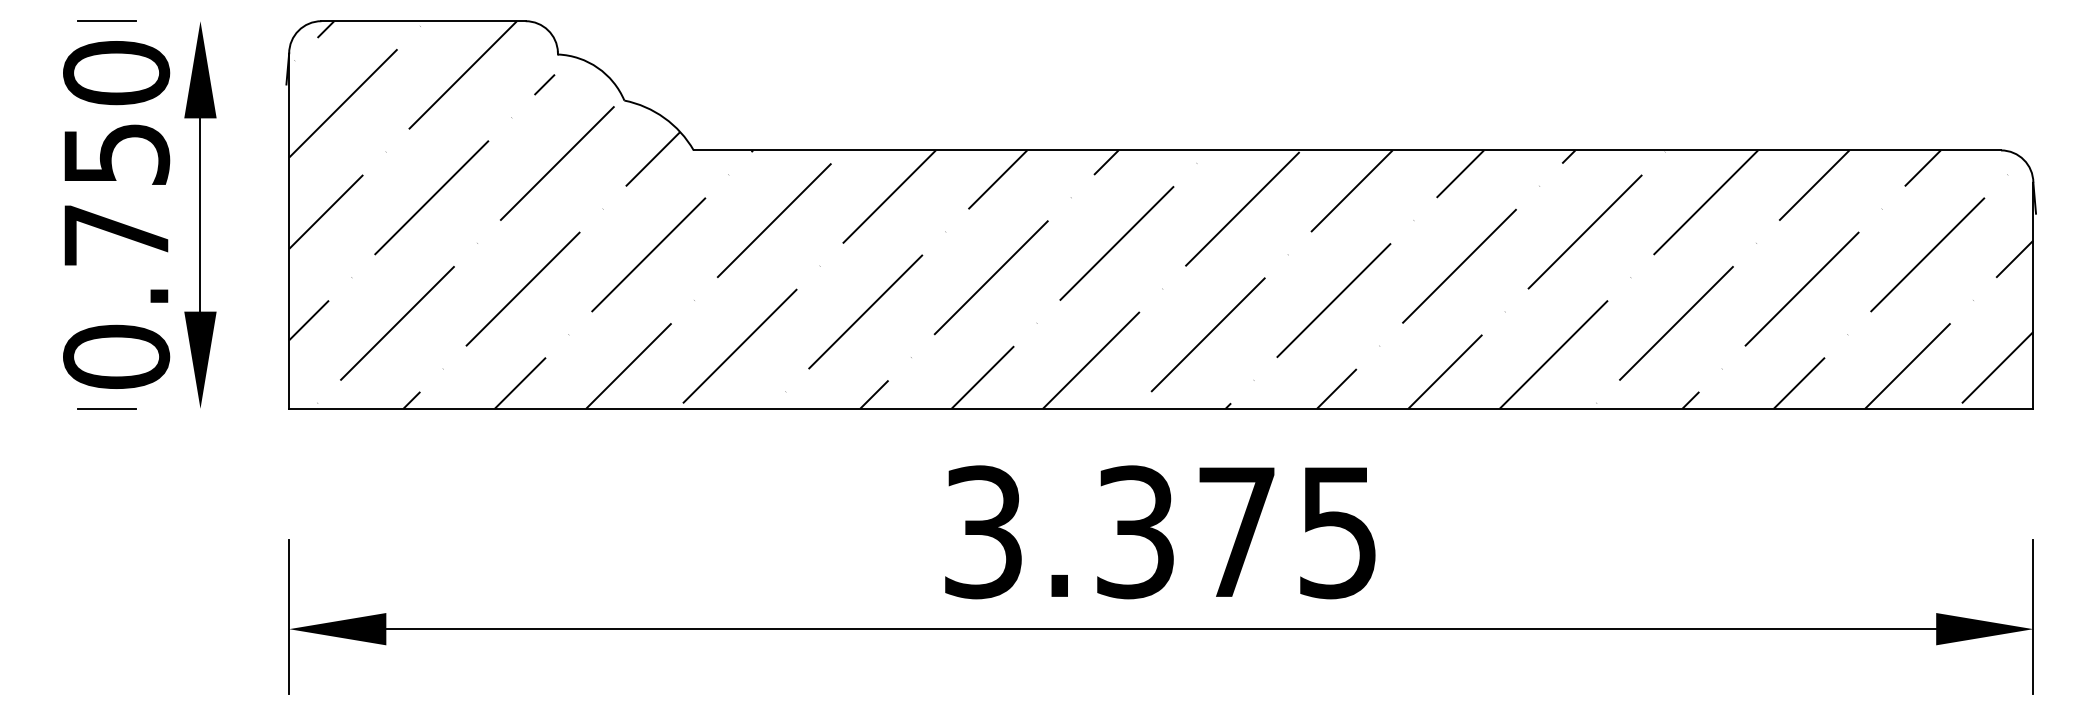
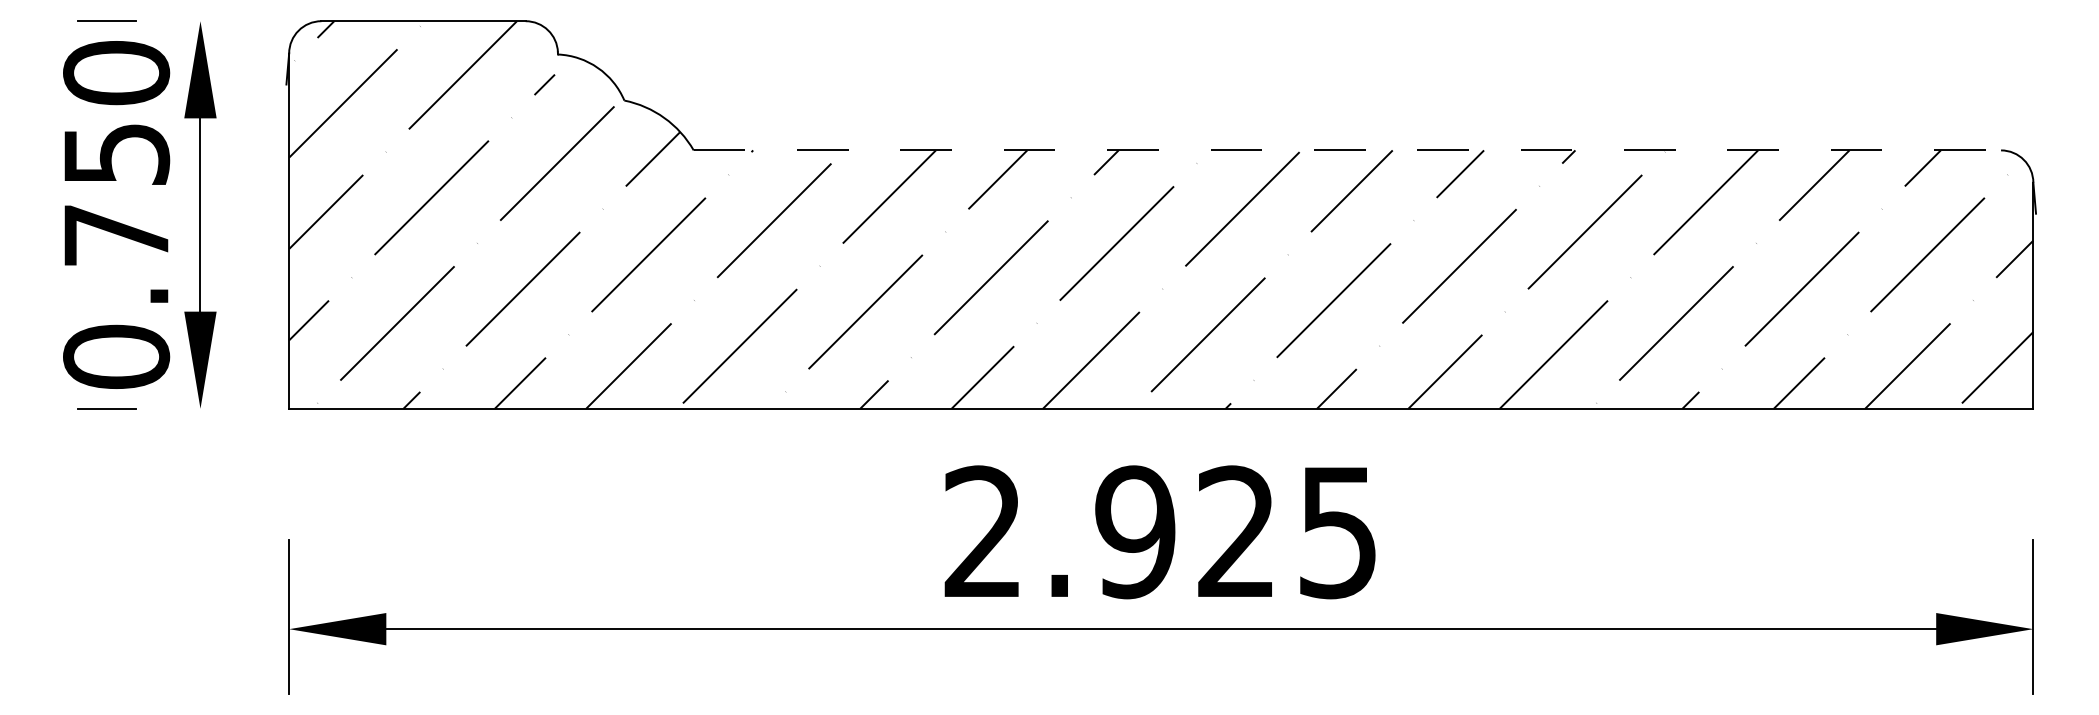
line at (1347, 150): solid -> dashed
text at (1109, 532): 3.375 -> 2.925
